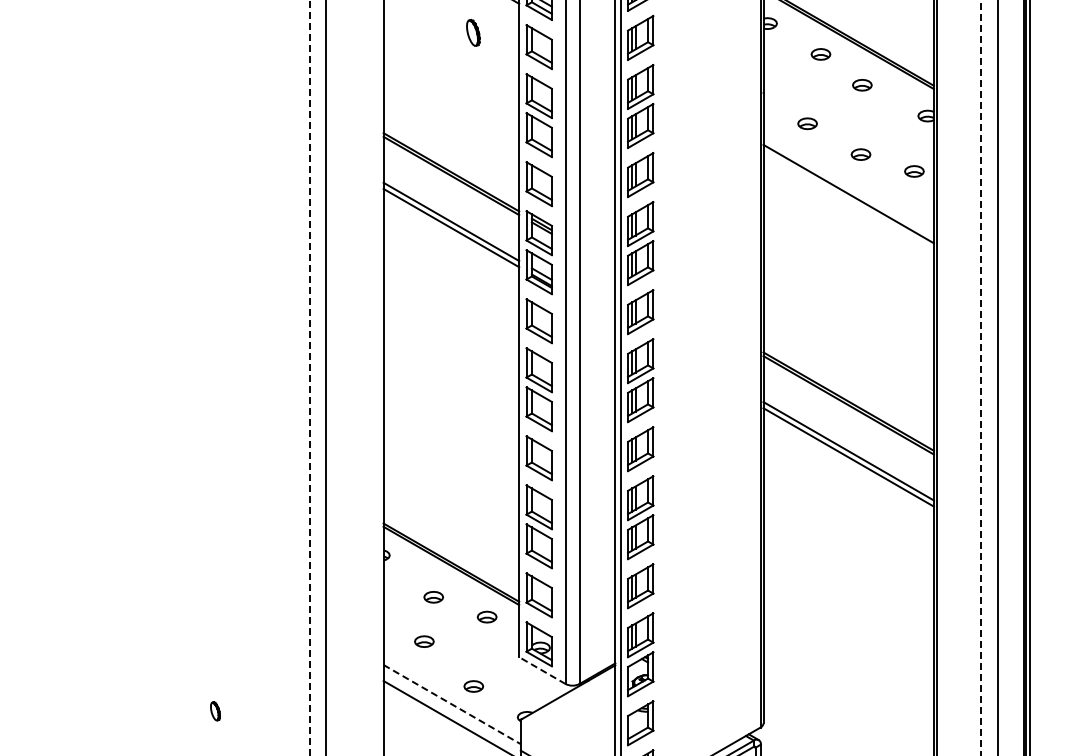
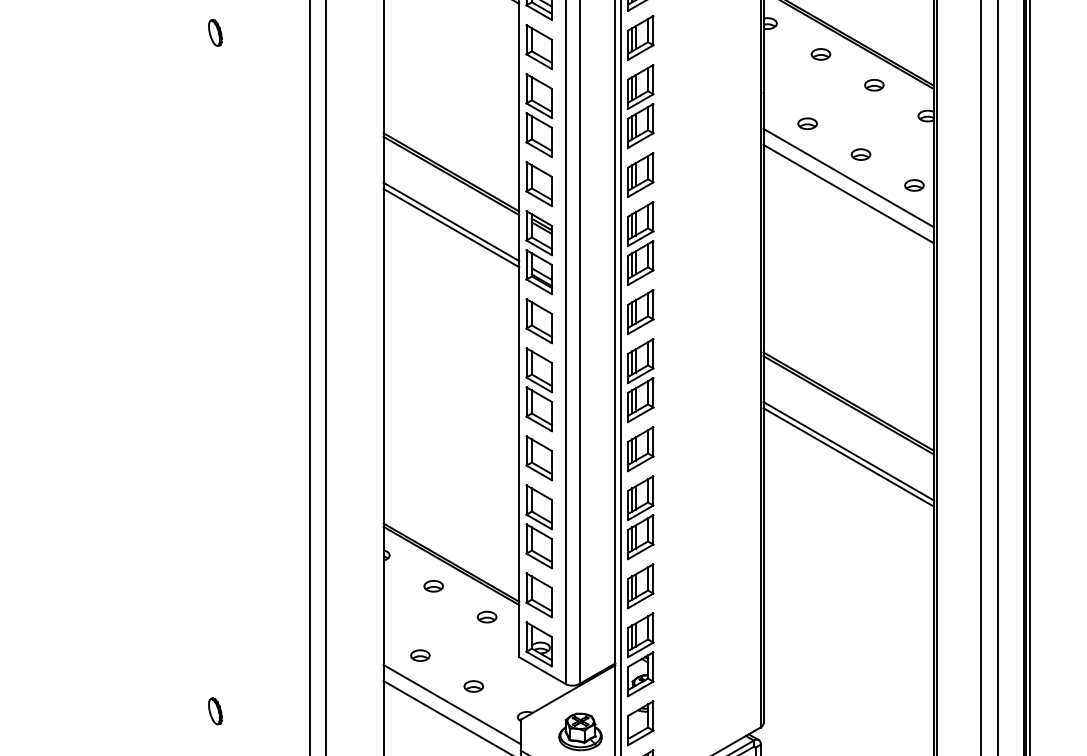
part at (473, 32) position: (473, 32) -> (215, 32)
part at (862, 85) position: (862, 85) -> (874, 85)
part at (914, 171) position: (914, 171) -> (914, 185)
line at (848, 177): none -> present
line at (310, 377): dashed -> solid
line at (980, 378): dashed -> solid
part at (433, 597) position: (433, 597) -> (433, 586)
part at (424, 641) position: (424, 641) -> (420, 655)
line at (542, 670): dashed -> solid
line at (452, 704): dashed -> solid
part at (215, 711) size: 11x21 px -> 15x29 px
part at (580, 731): none -> present
